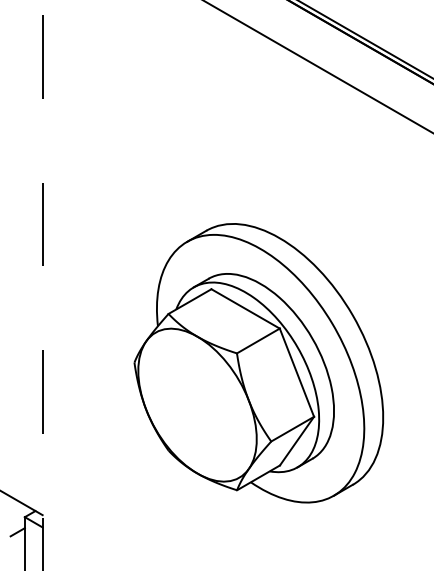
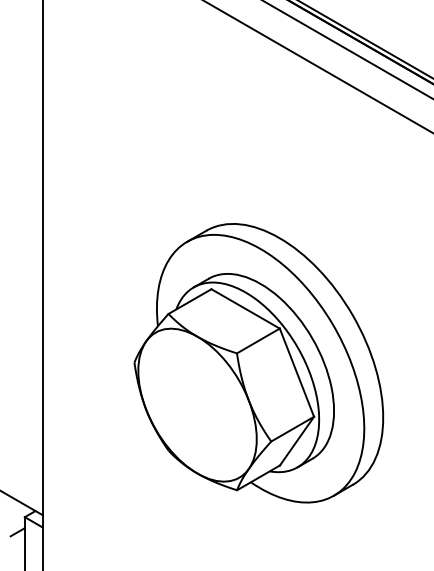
line at (347, 49): none -> present
line at (42, 285): dashed -> solid
